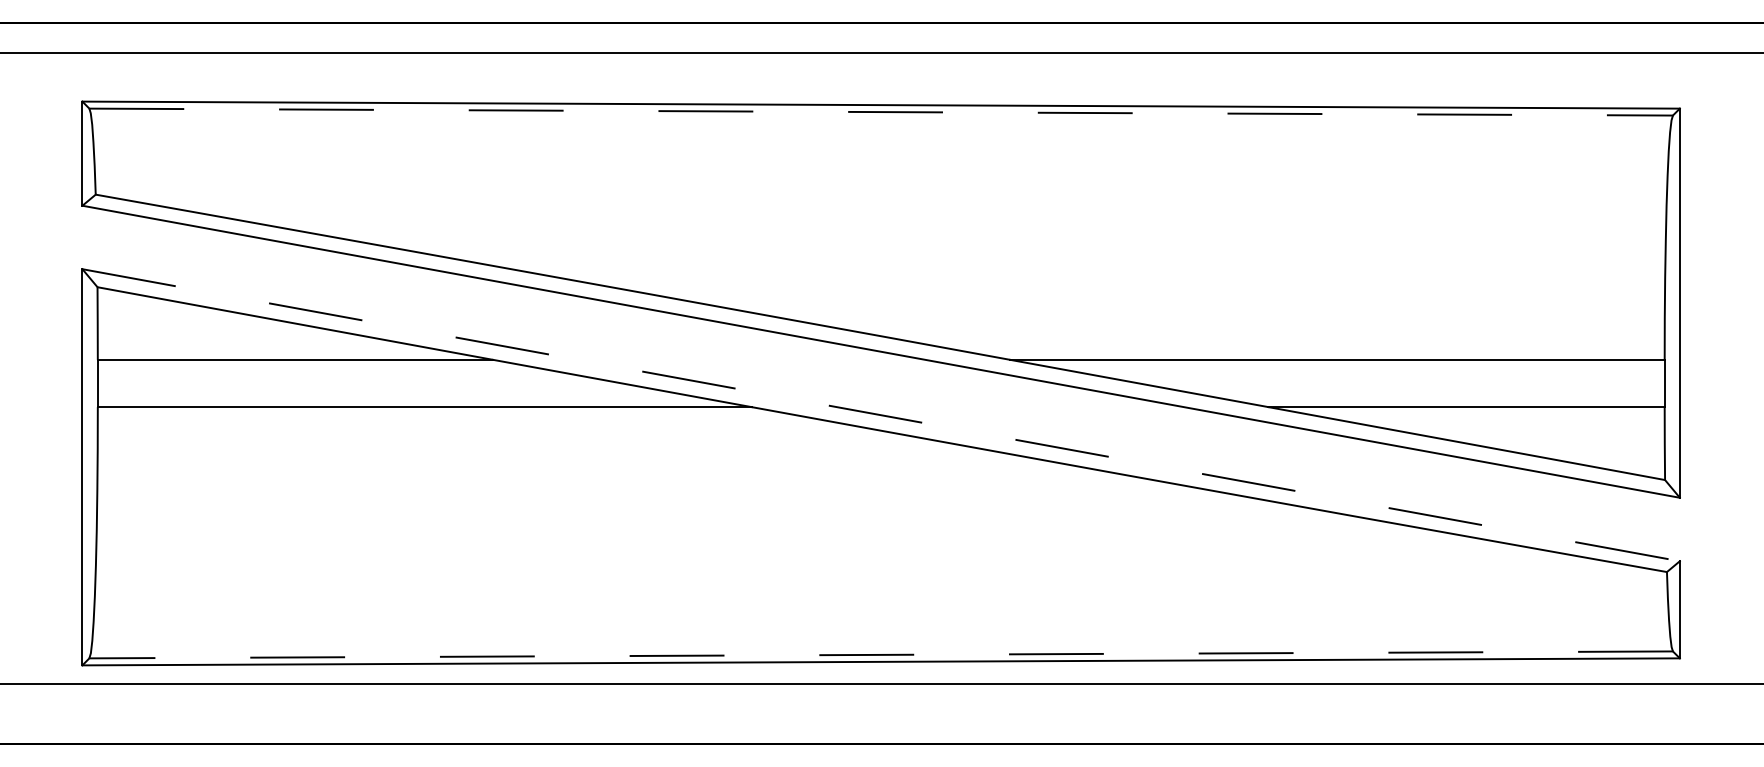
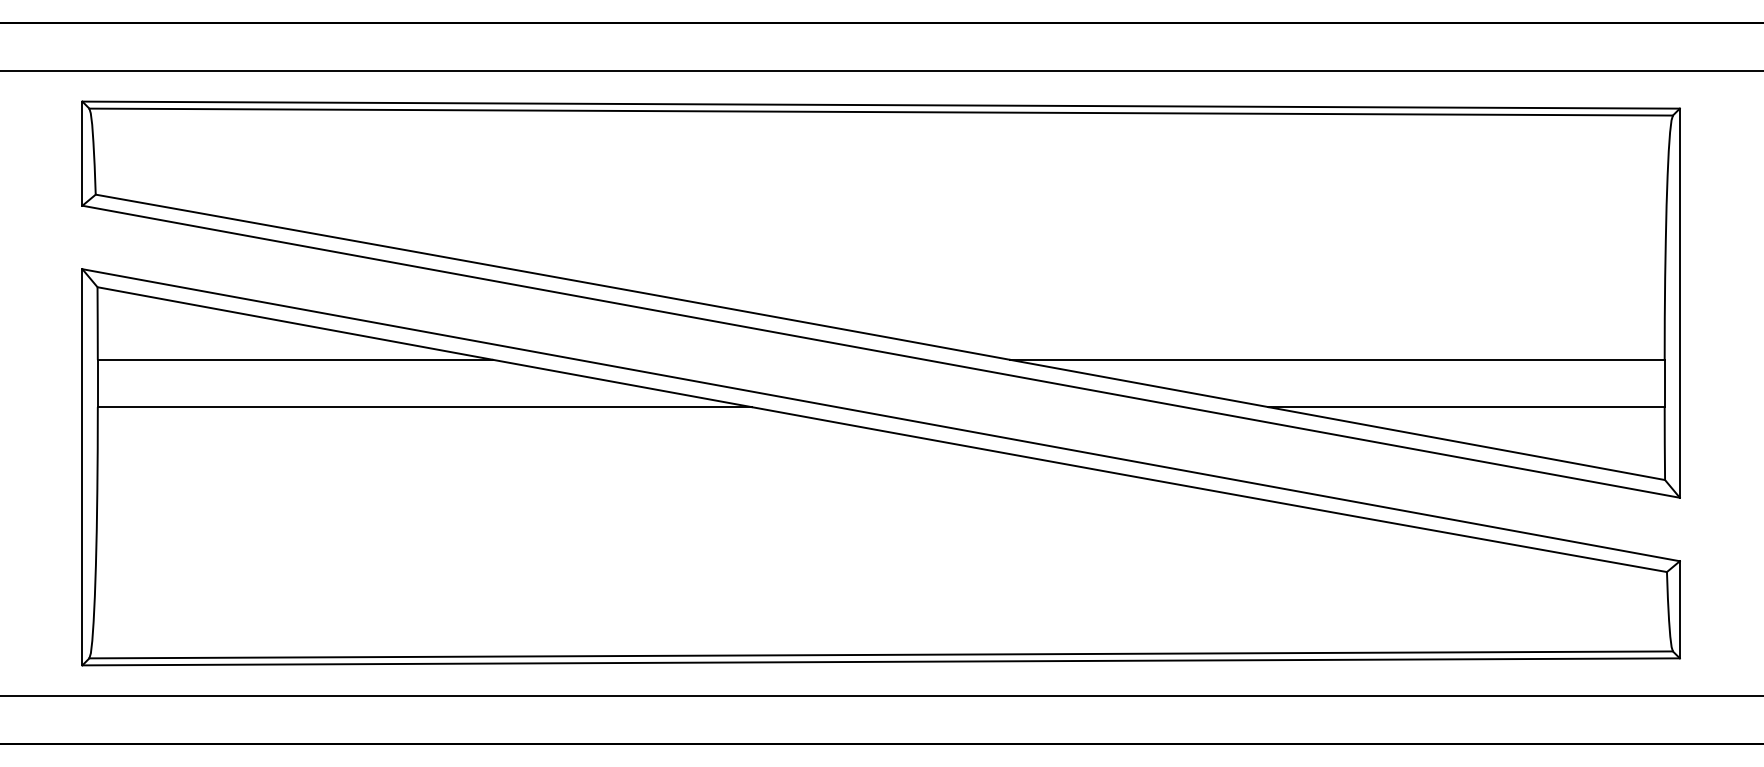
line at (881, 52) position: (881, 52) -> (881, 70)
line at (881, 112): dashed -> solid
line at (881, 415): dashed -> solid
line at (881, 654): dashed -> solid
line at (881, 684) position: (881, 684) -> (881, 696)
